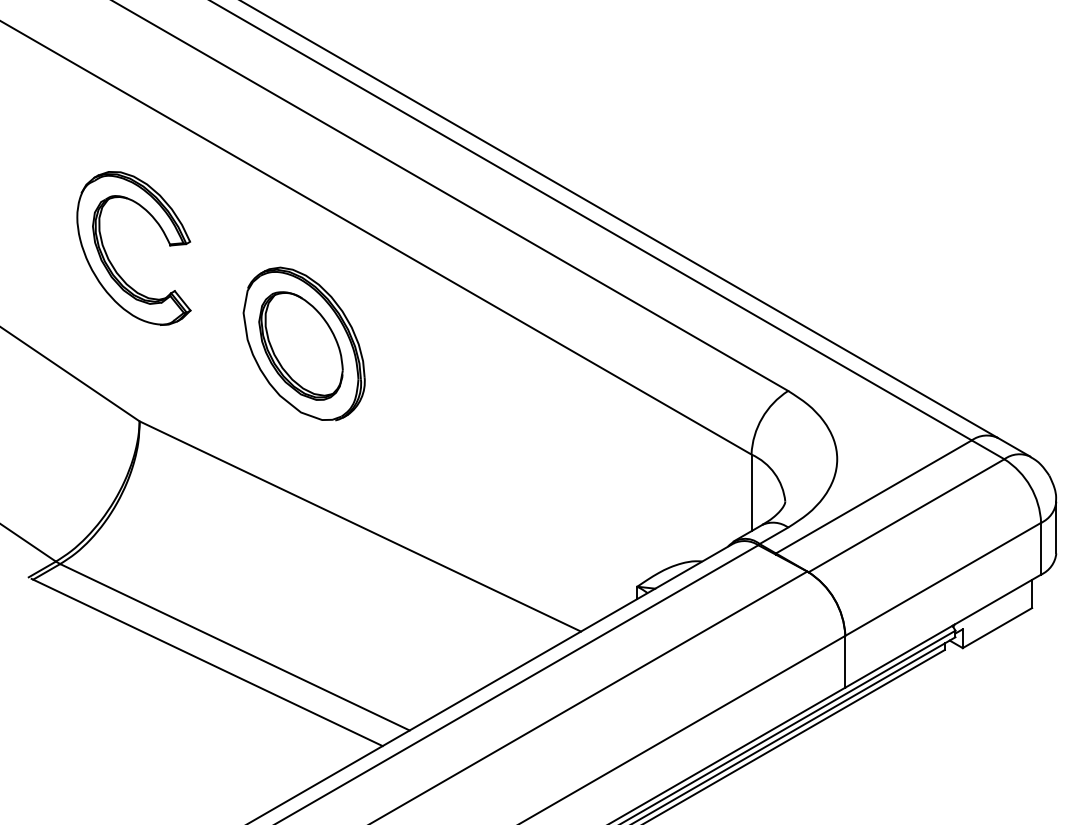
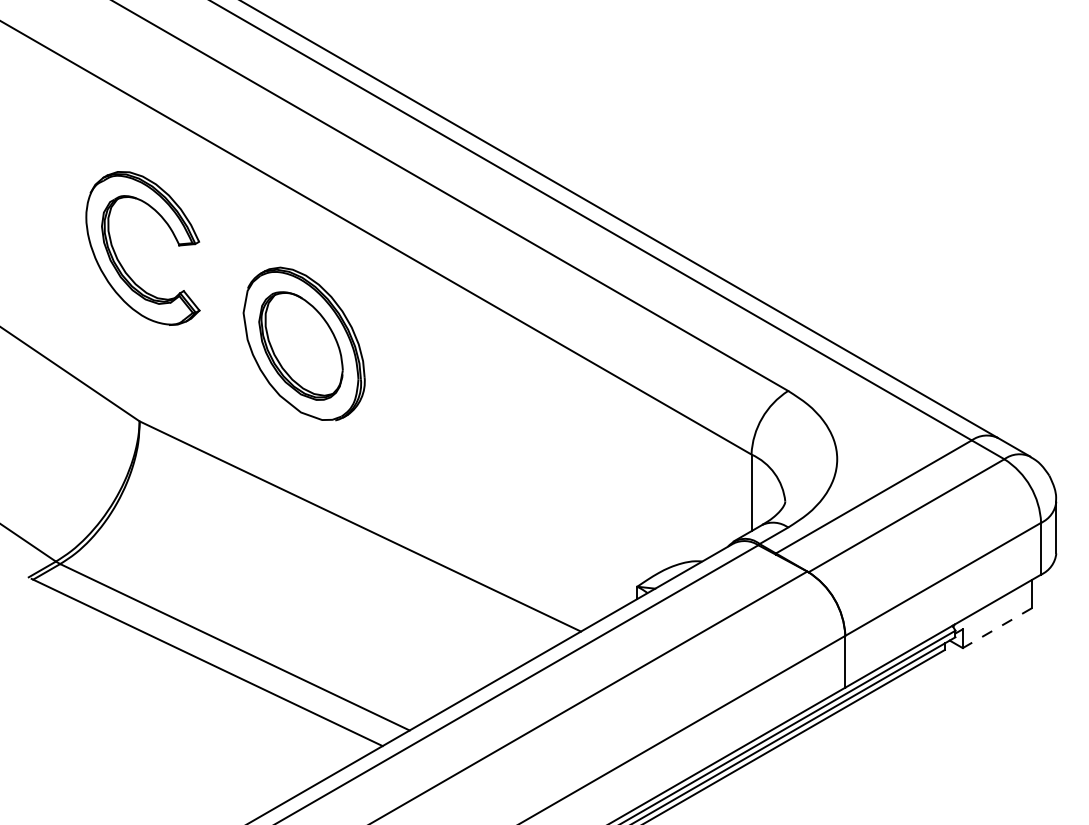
part at (112, 263) position: (112, 263) -> (121, 263)
line at (997, 628): solid -> dashed
